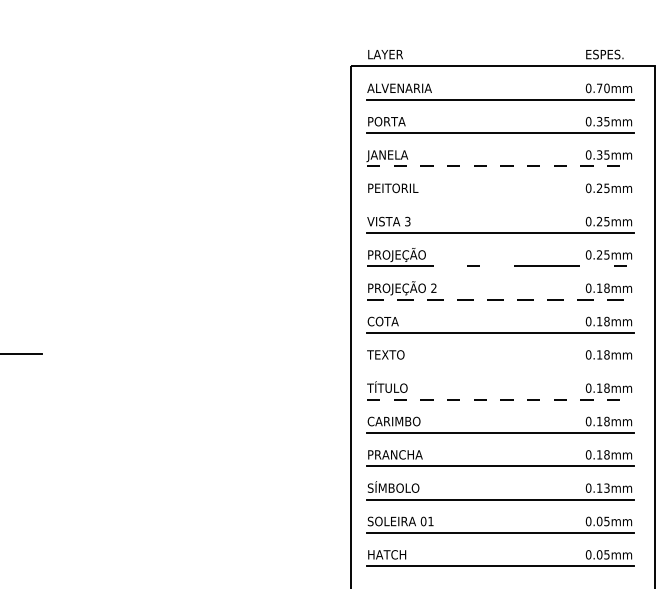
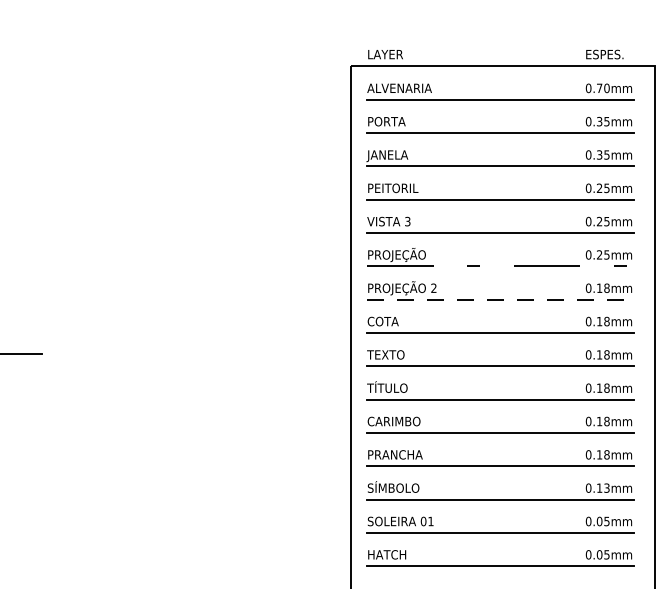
line at (500, 166): dashed -> solid
line at (500, 199): none -> present
line at (500, 366): none -> present
line at (500, 399): dashed -> solid
